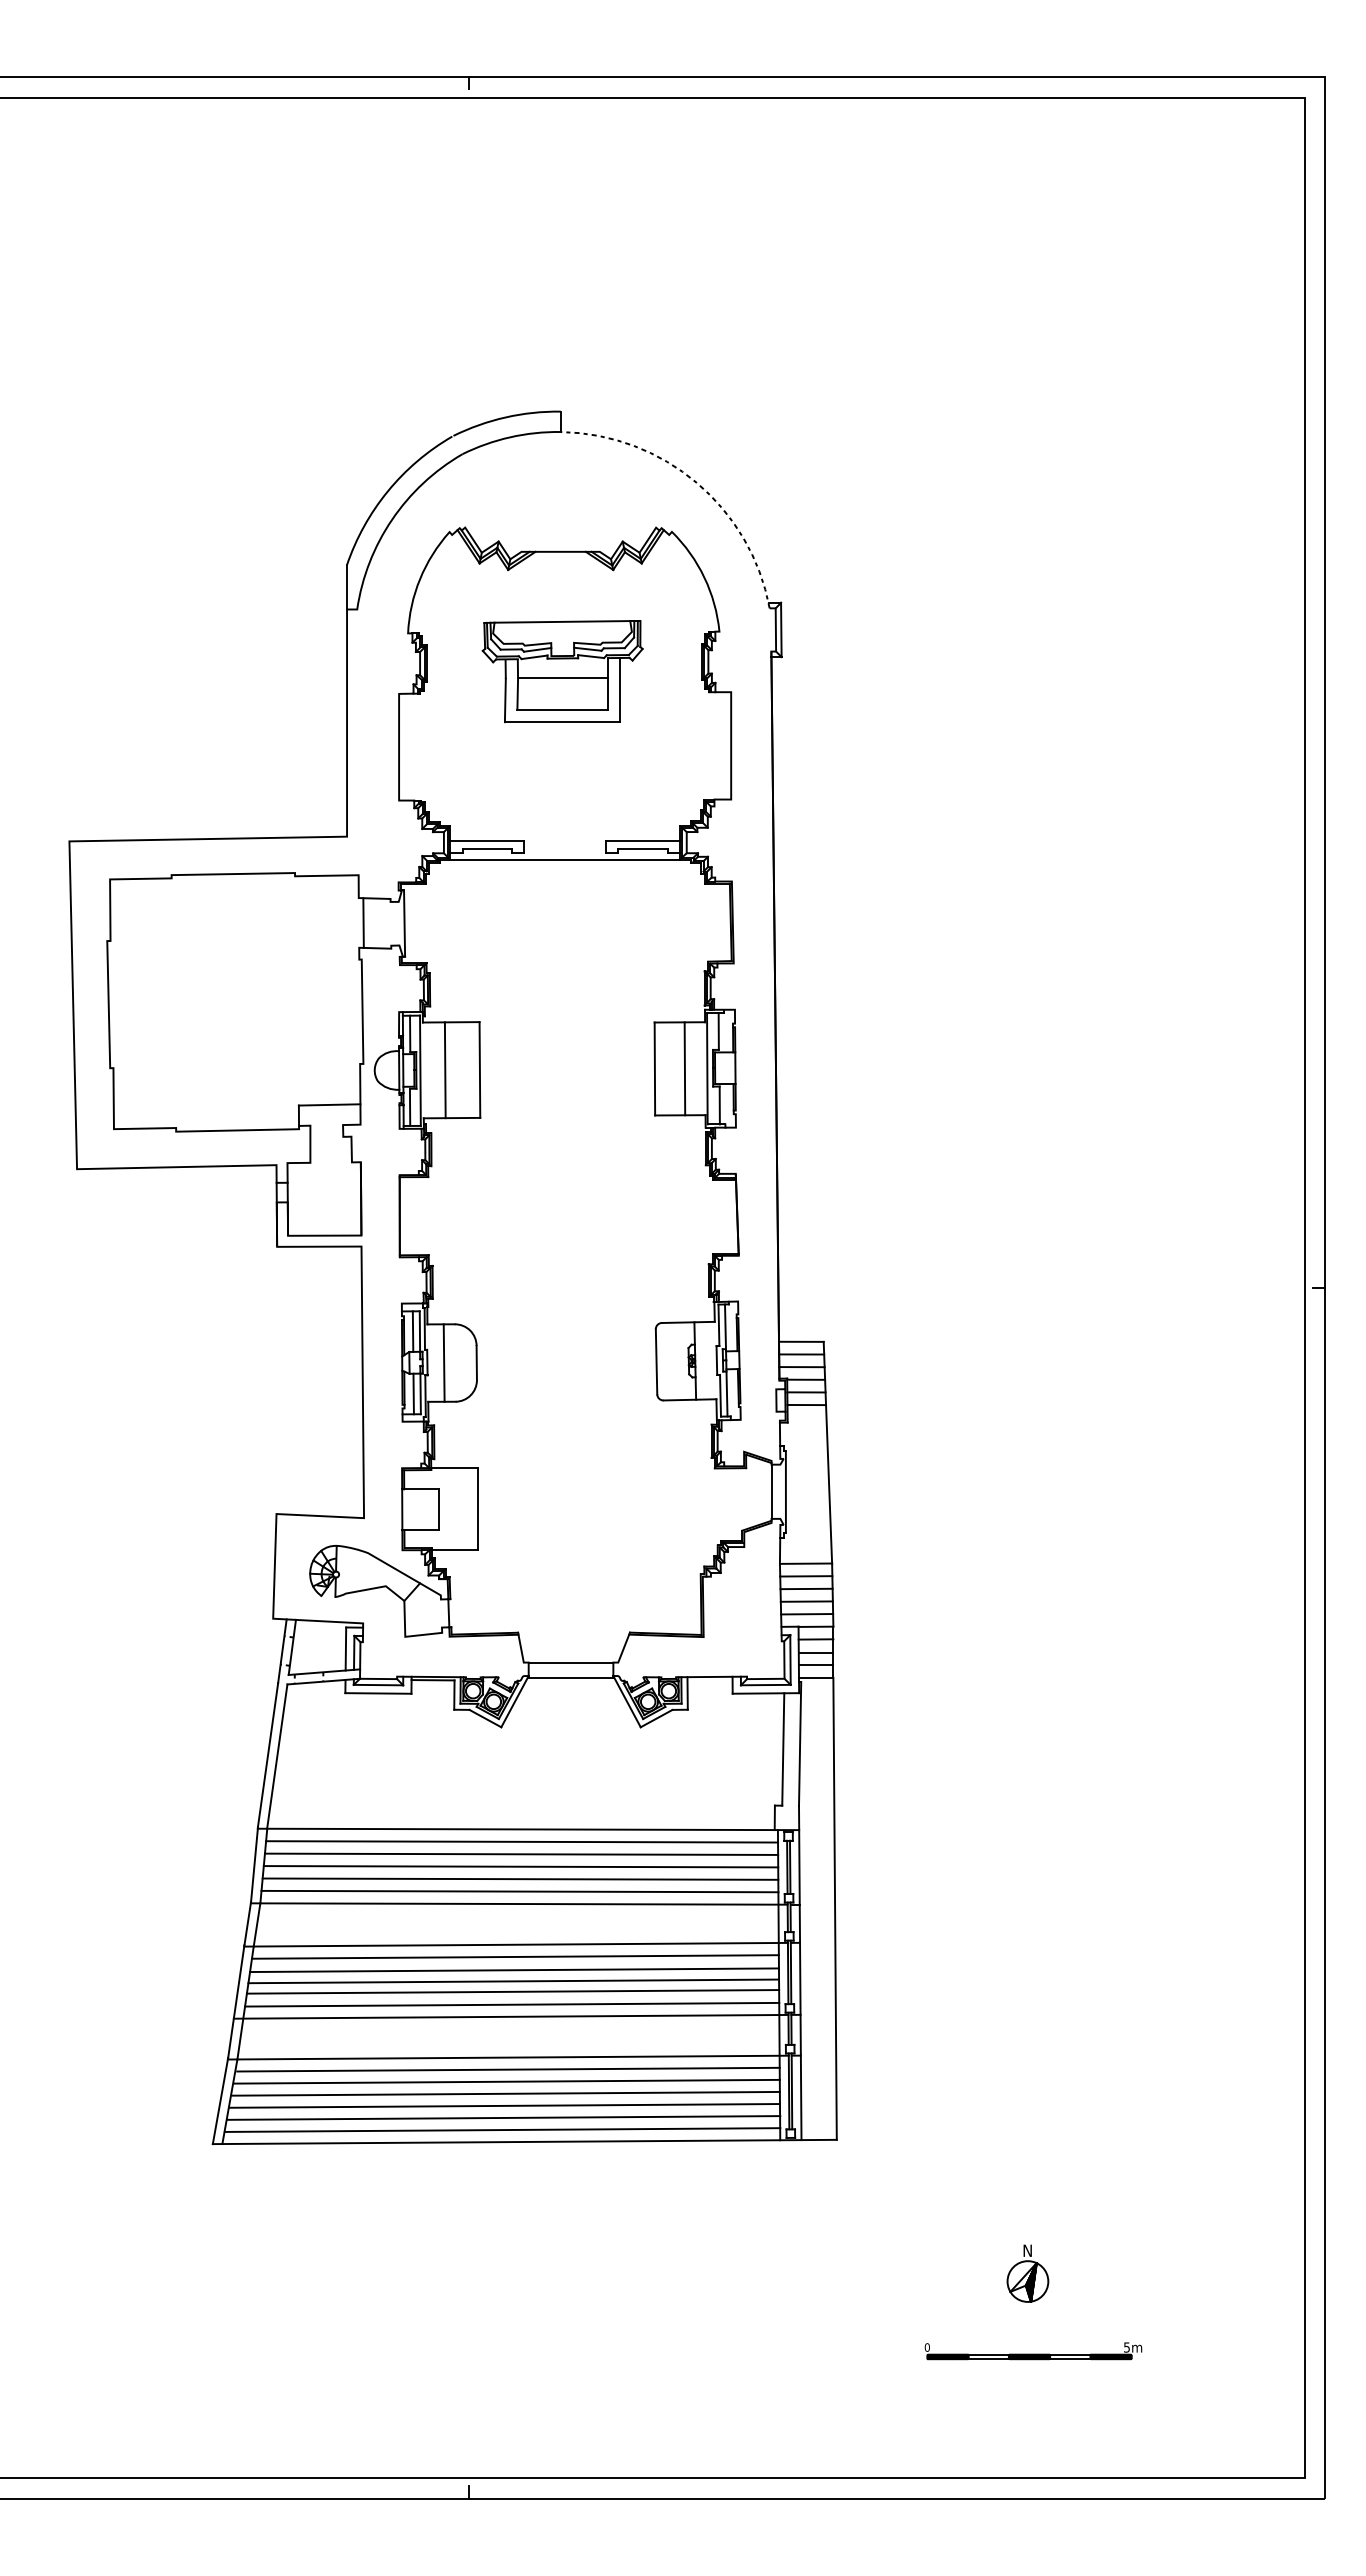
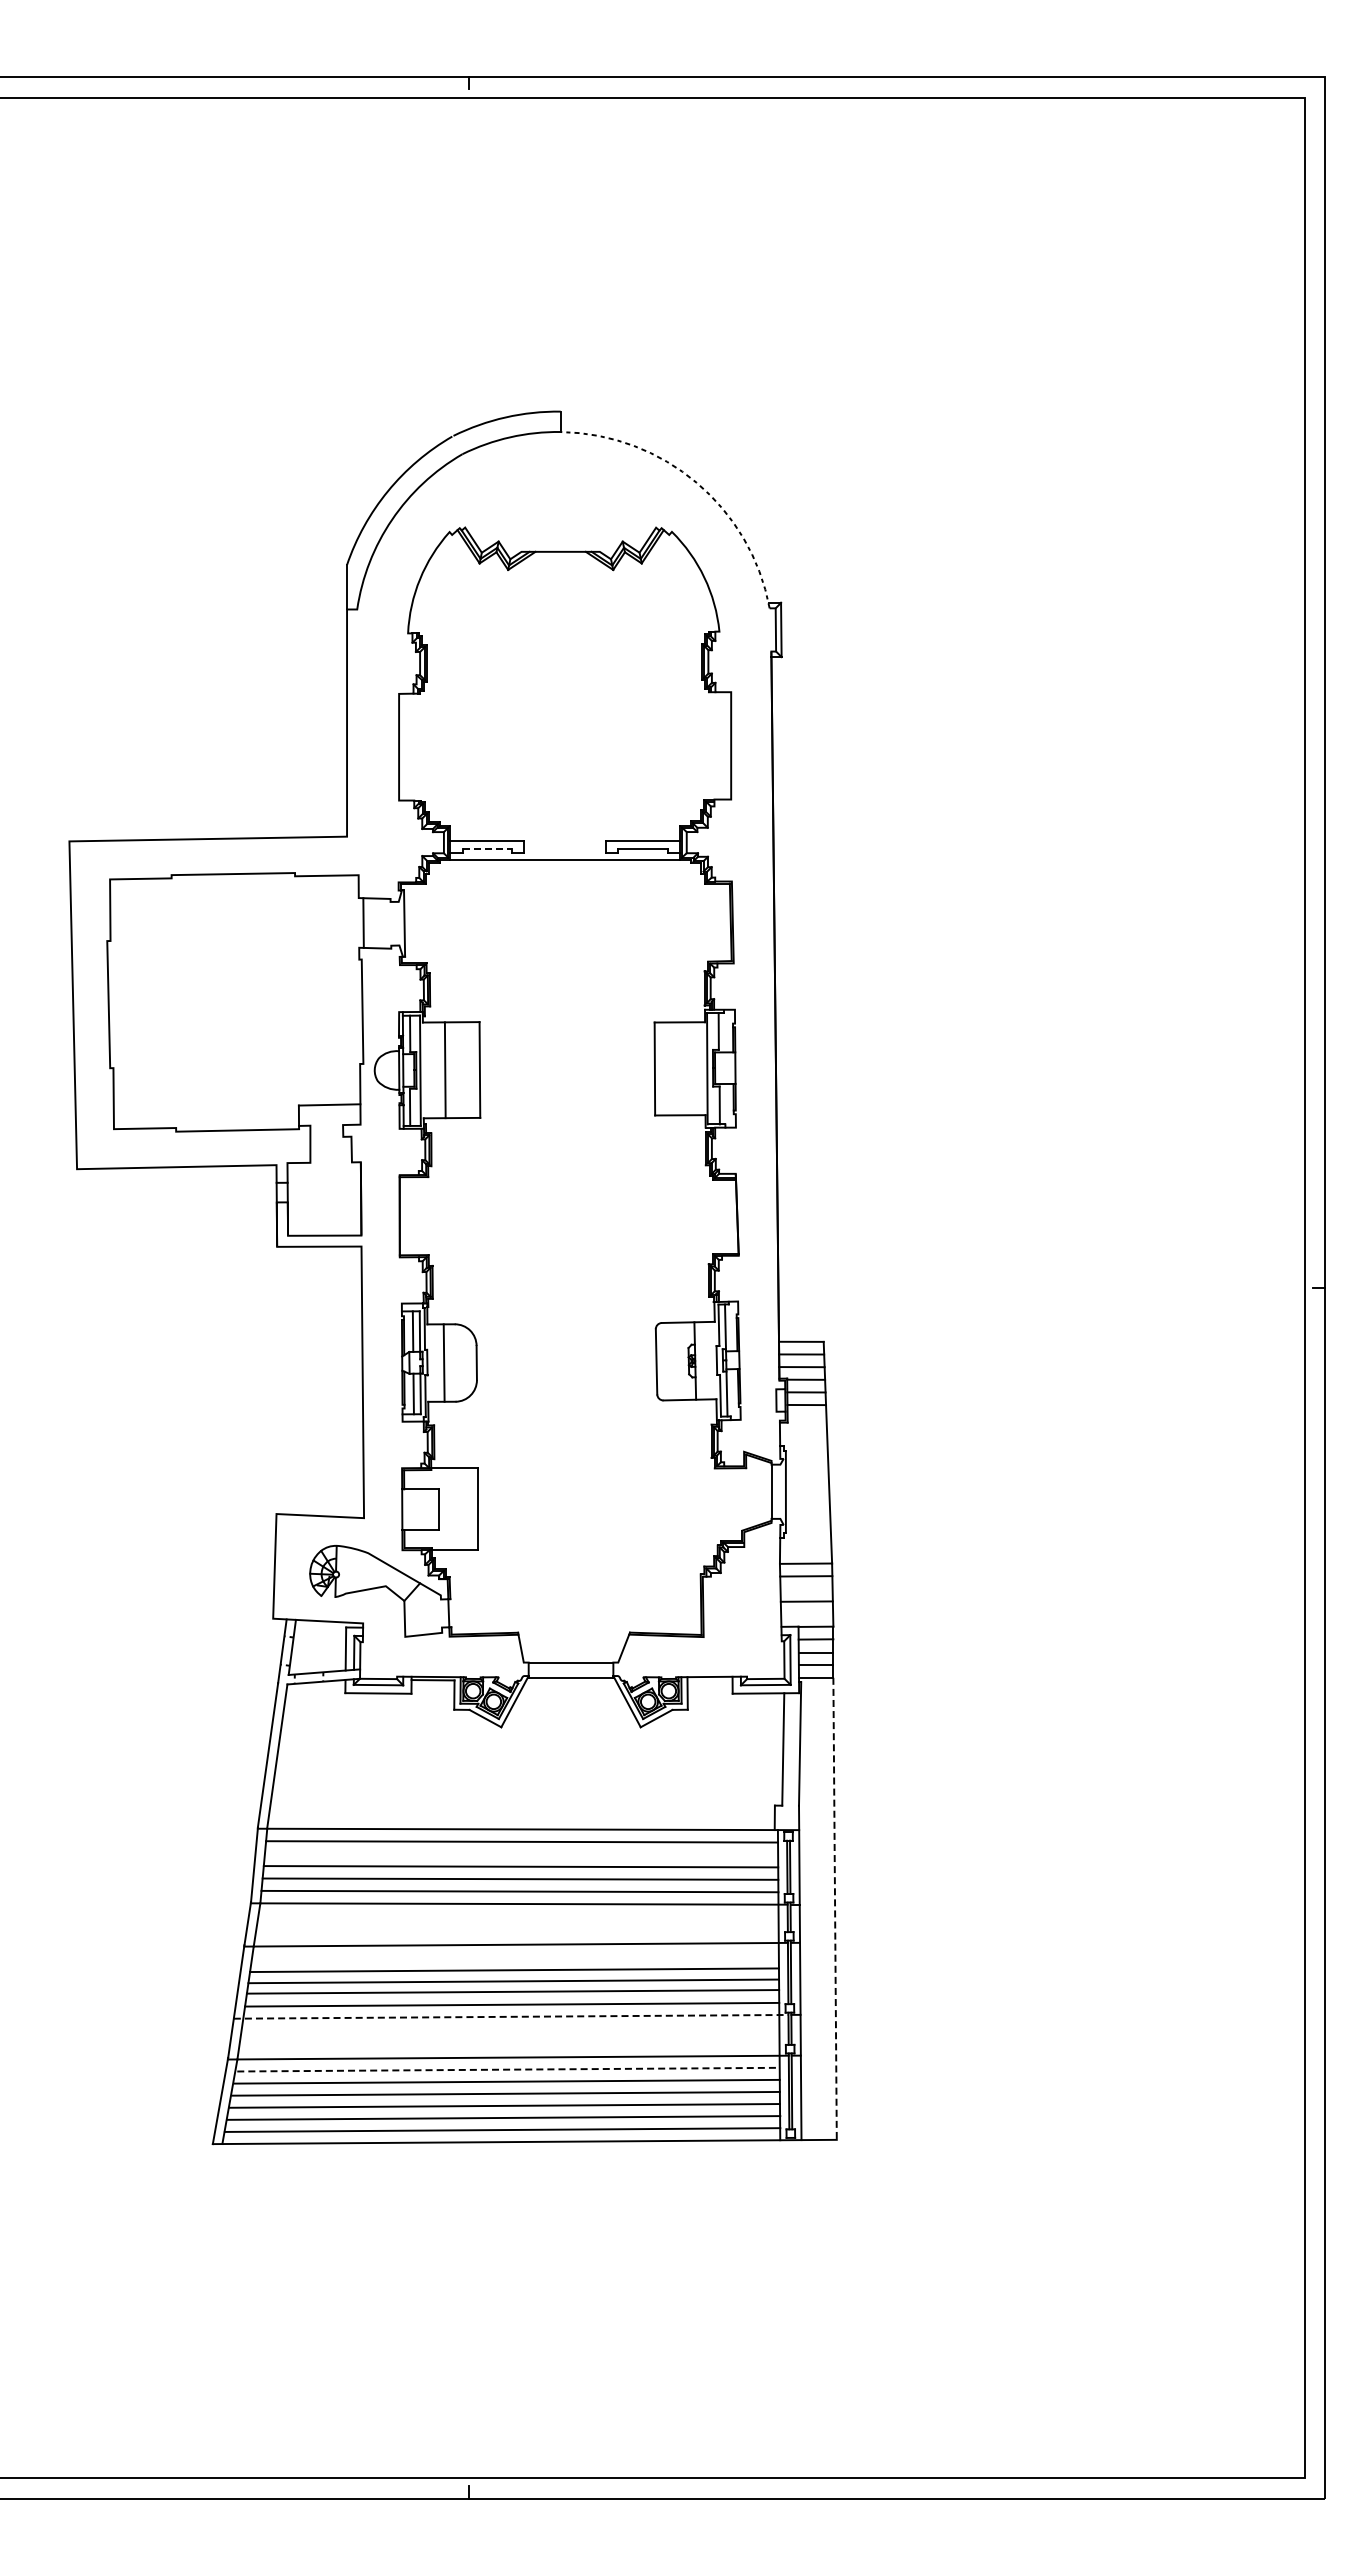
part at (562, 671): present -> none
line at (487, 848): solid -> dashed
line at (684, 1068): present -> none
line at (806, 1588): present -> none
line at (807, 1614): present -> none
line at (521, 1853): present -> none
line at (835, 1909): solid -> dashed
line at (514, 1956): present -> none
line at (511, 2016): solid -> dashed
line at (509, 2069): solid -> dashed
part at (1027, 2273): present -> none
part at (1033, 2351): present -> none
